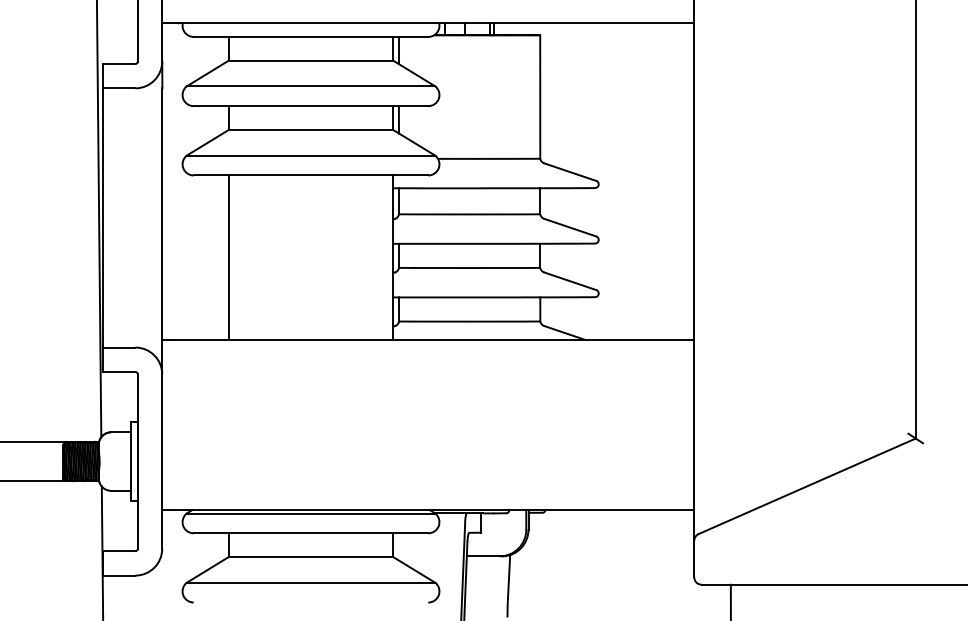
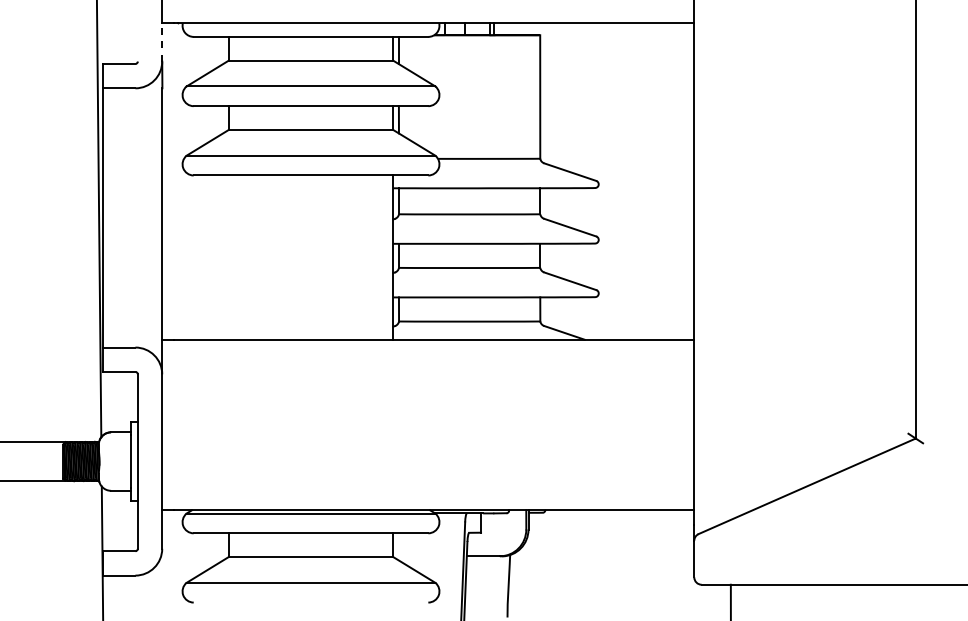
line at (137, 31): present -> none
line at (162, 41): solid -> dashed
line at (228, 257): present -> none
